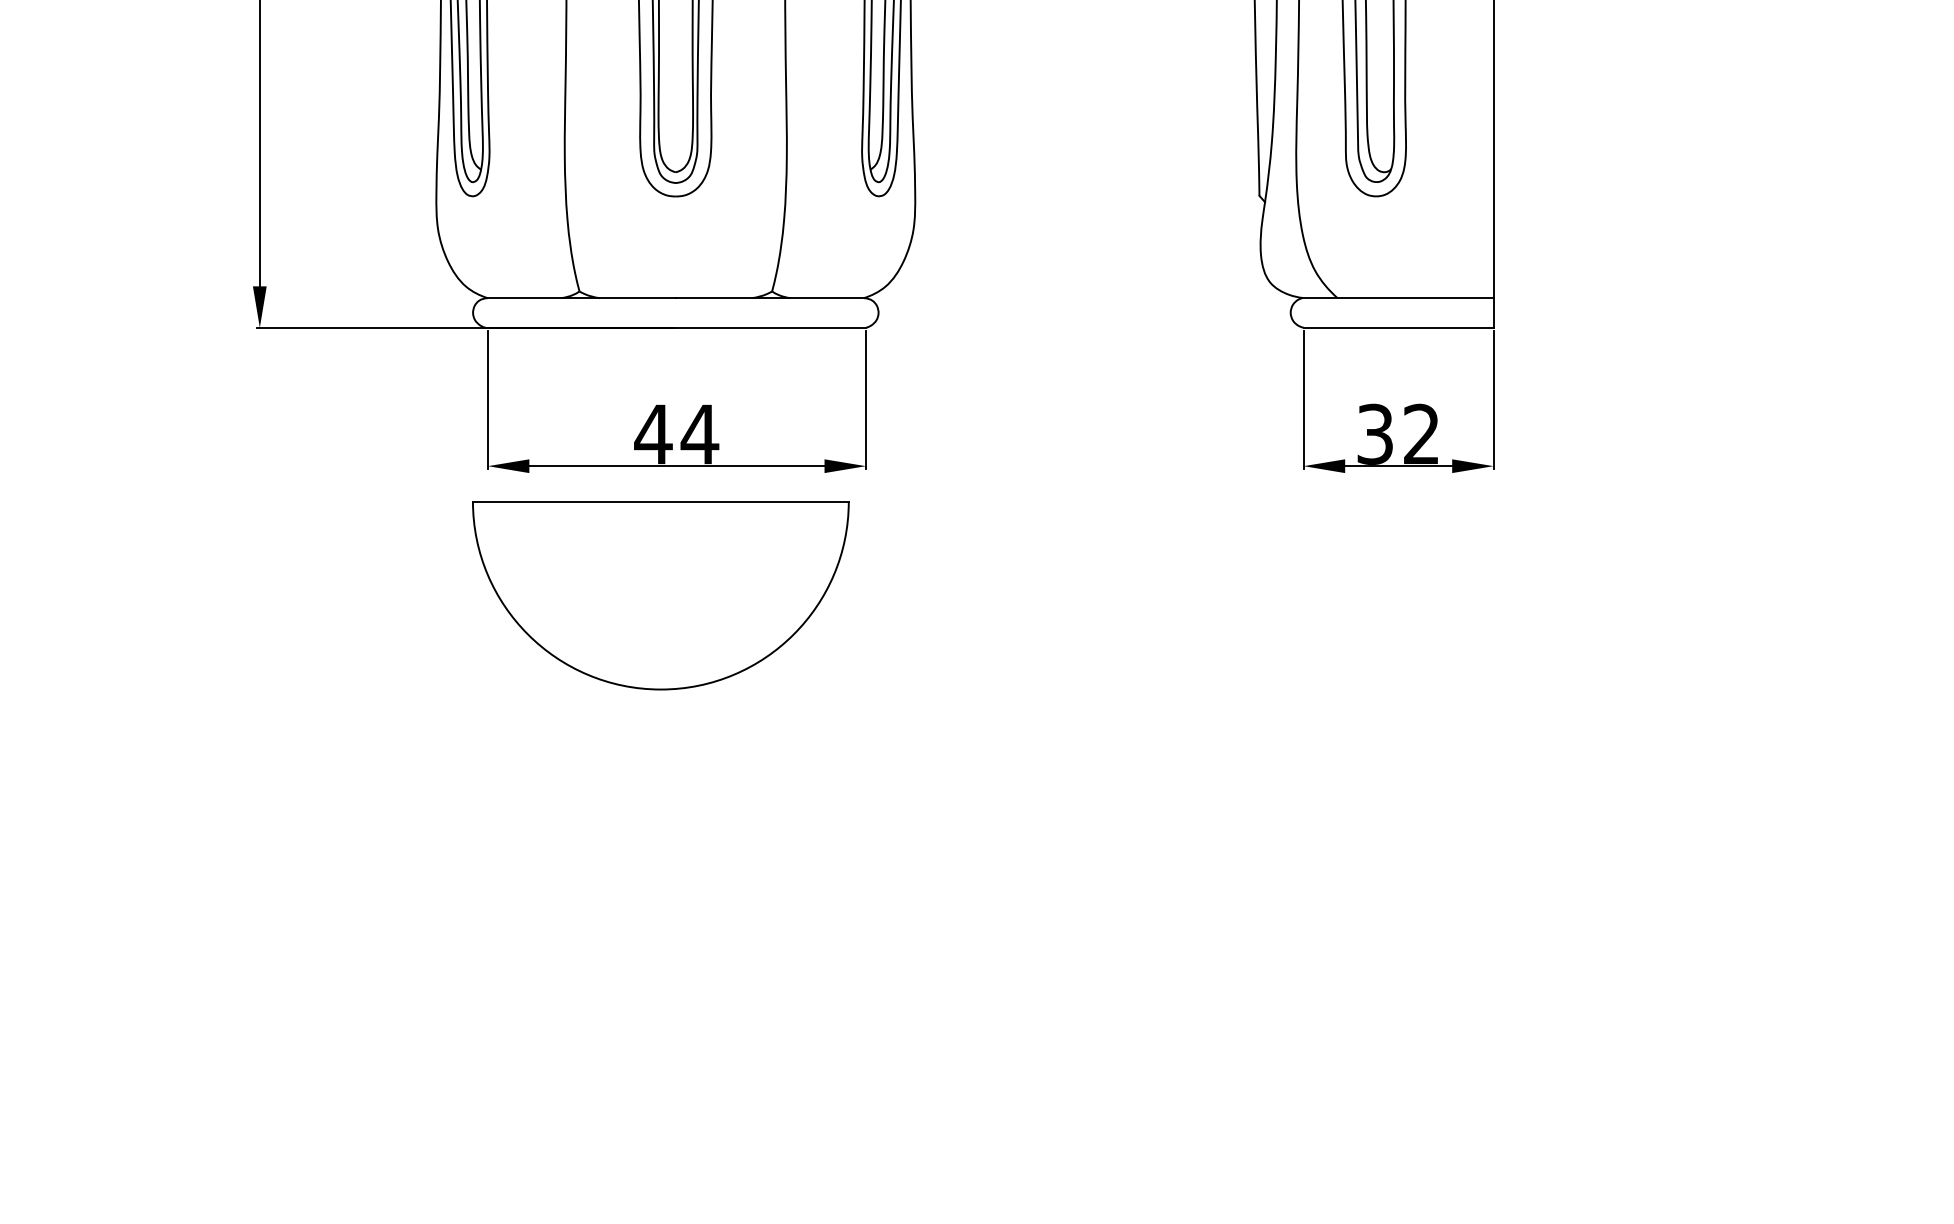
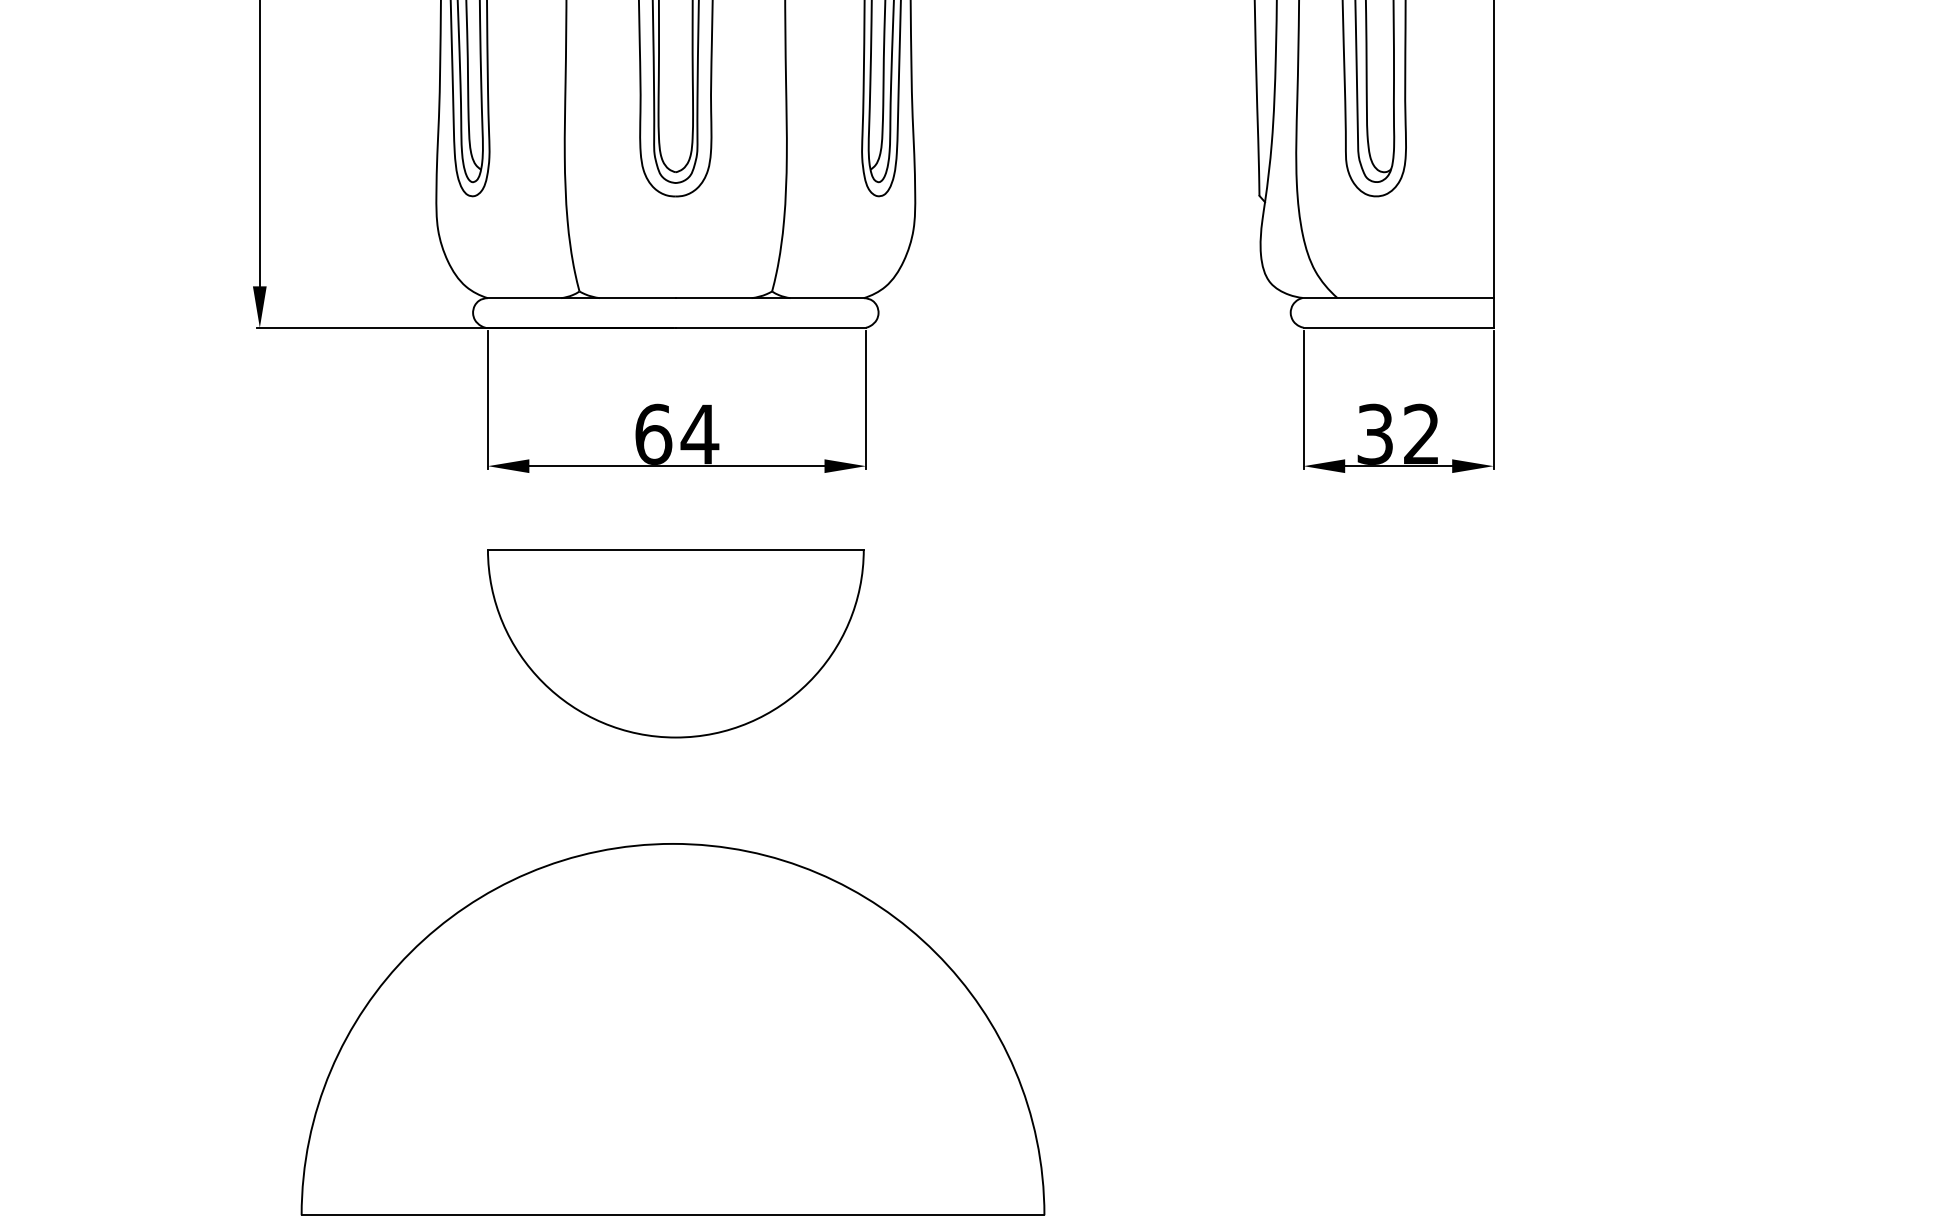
text at (653, 433): 44 -> 64
part at (660, 595) position: (660, 595) -> (675, 643)
part at (672, 1029): none -> present
